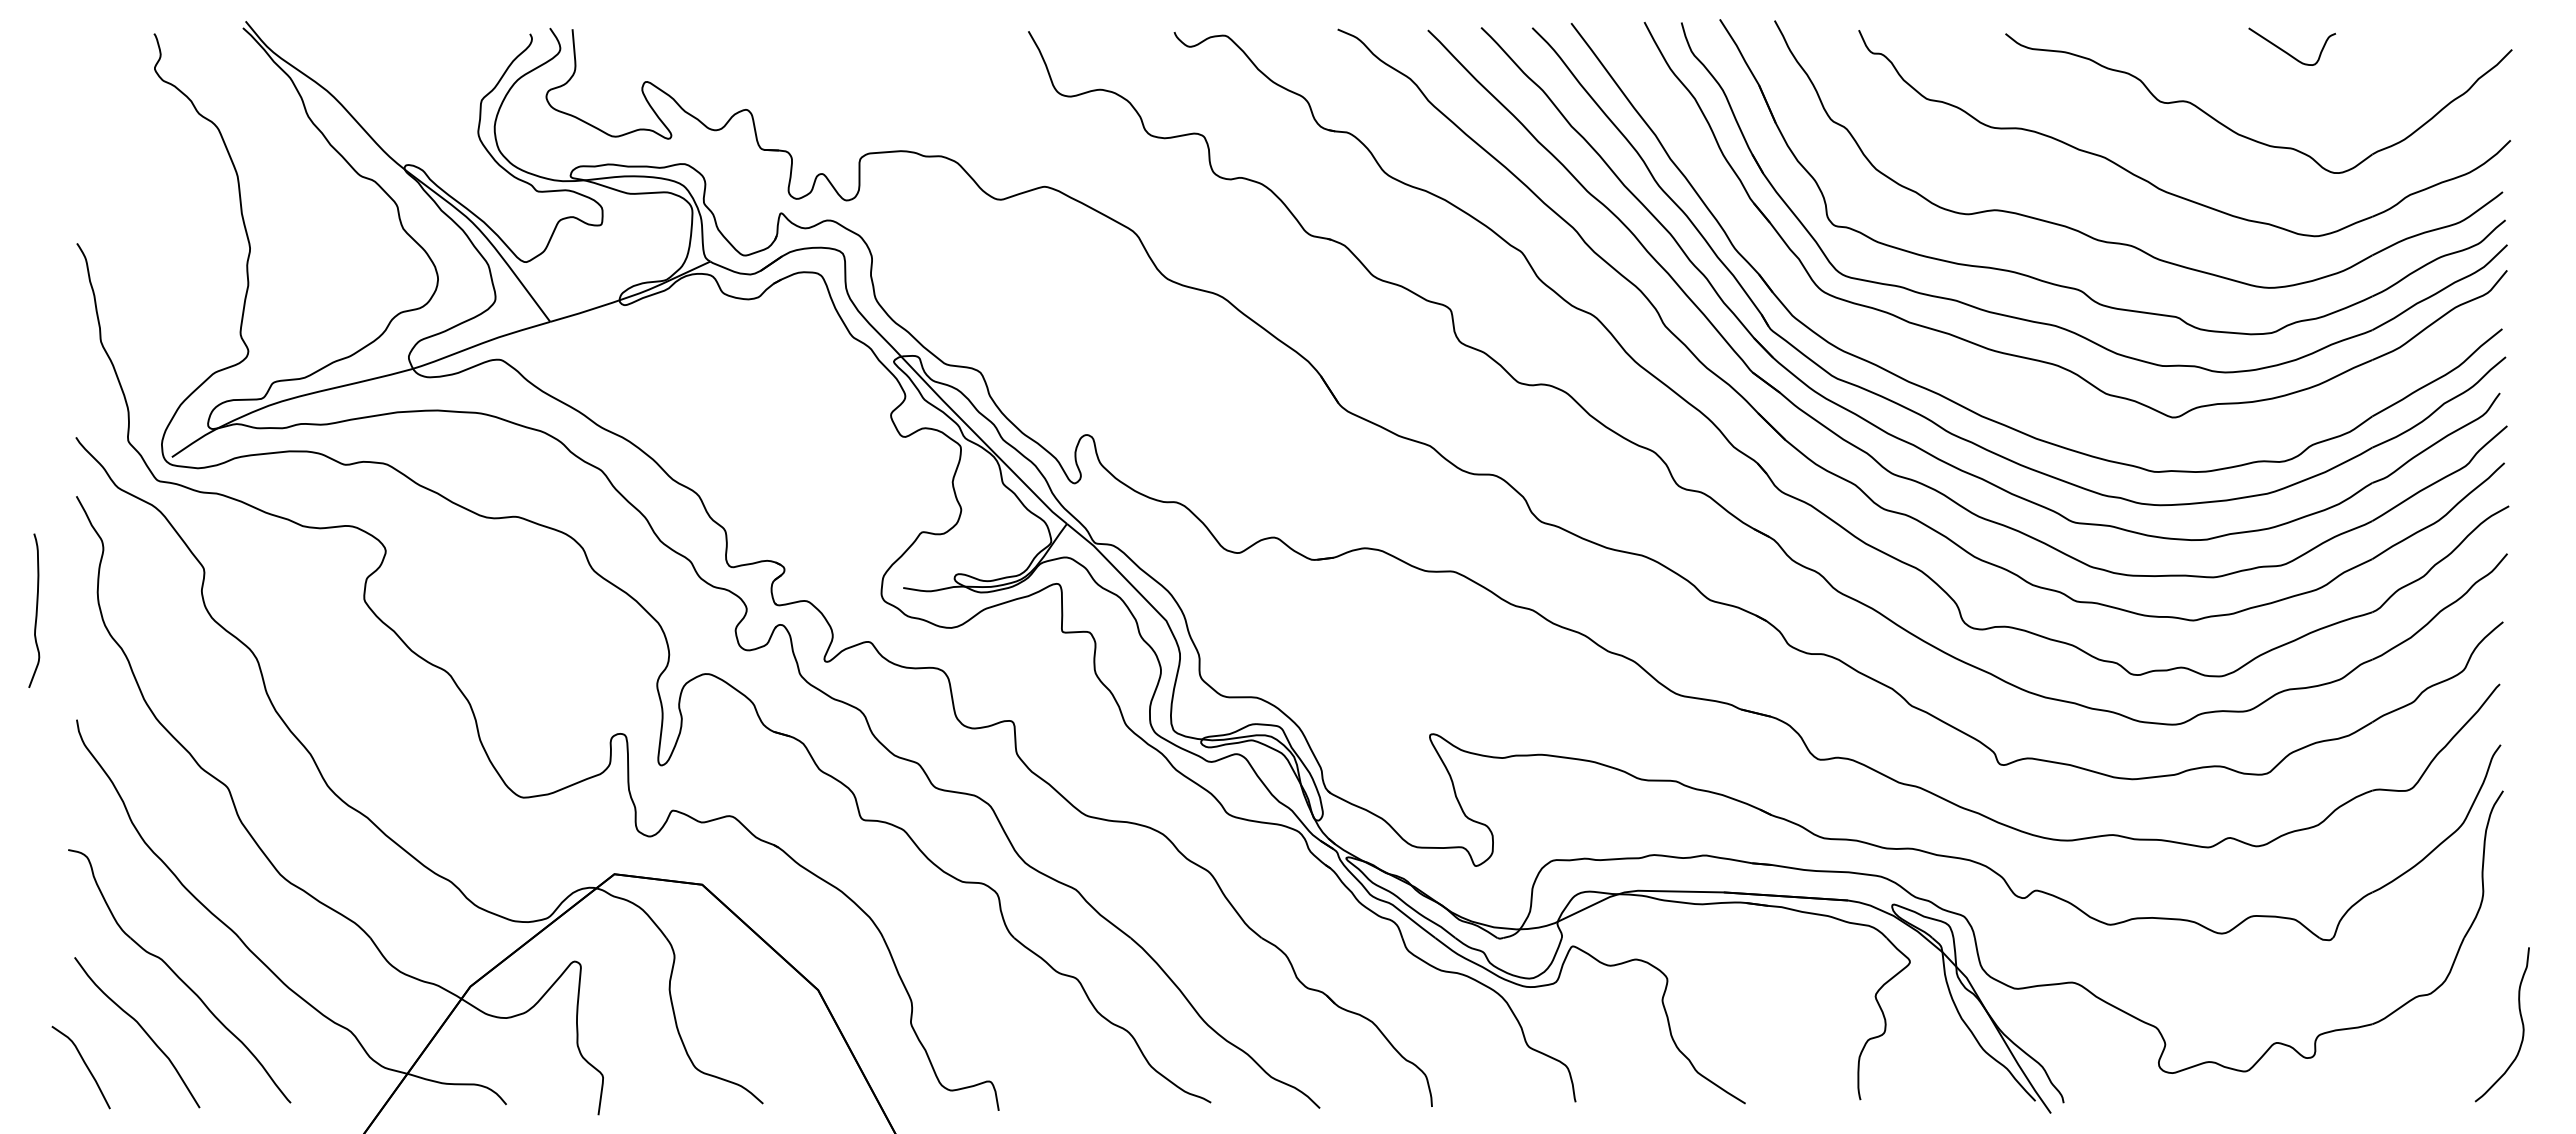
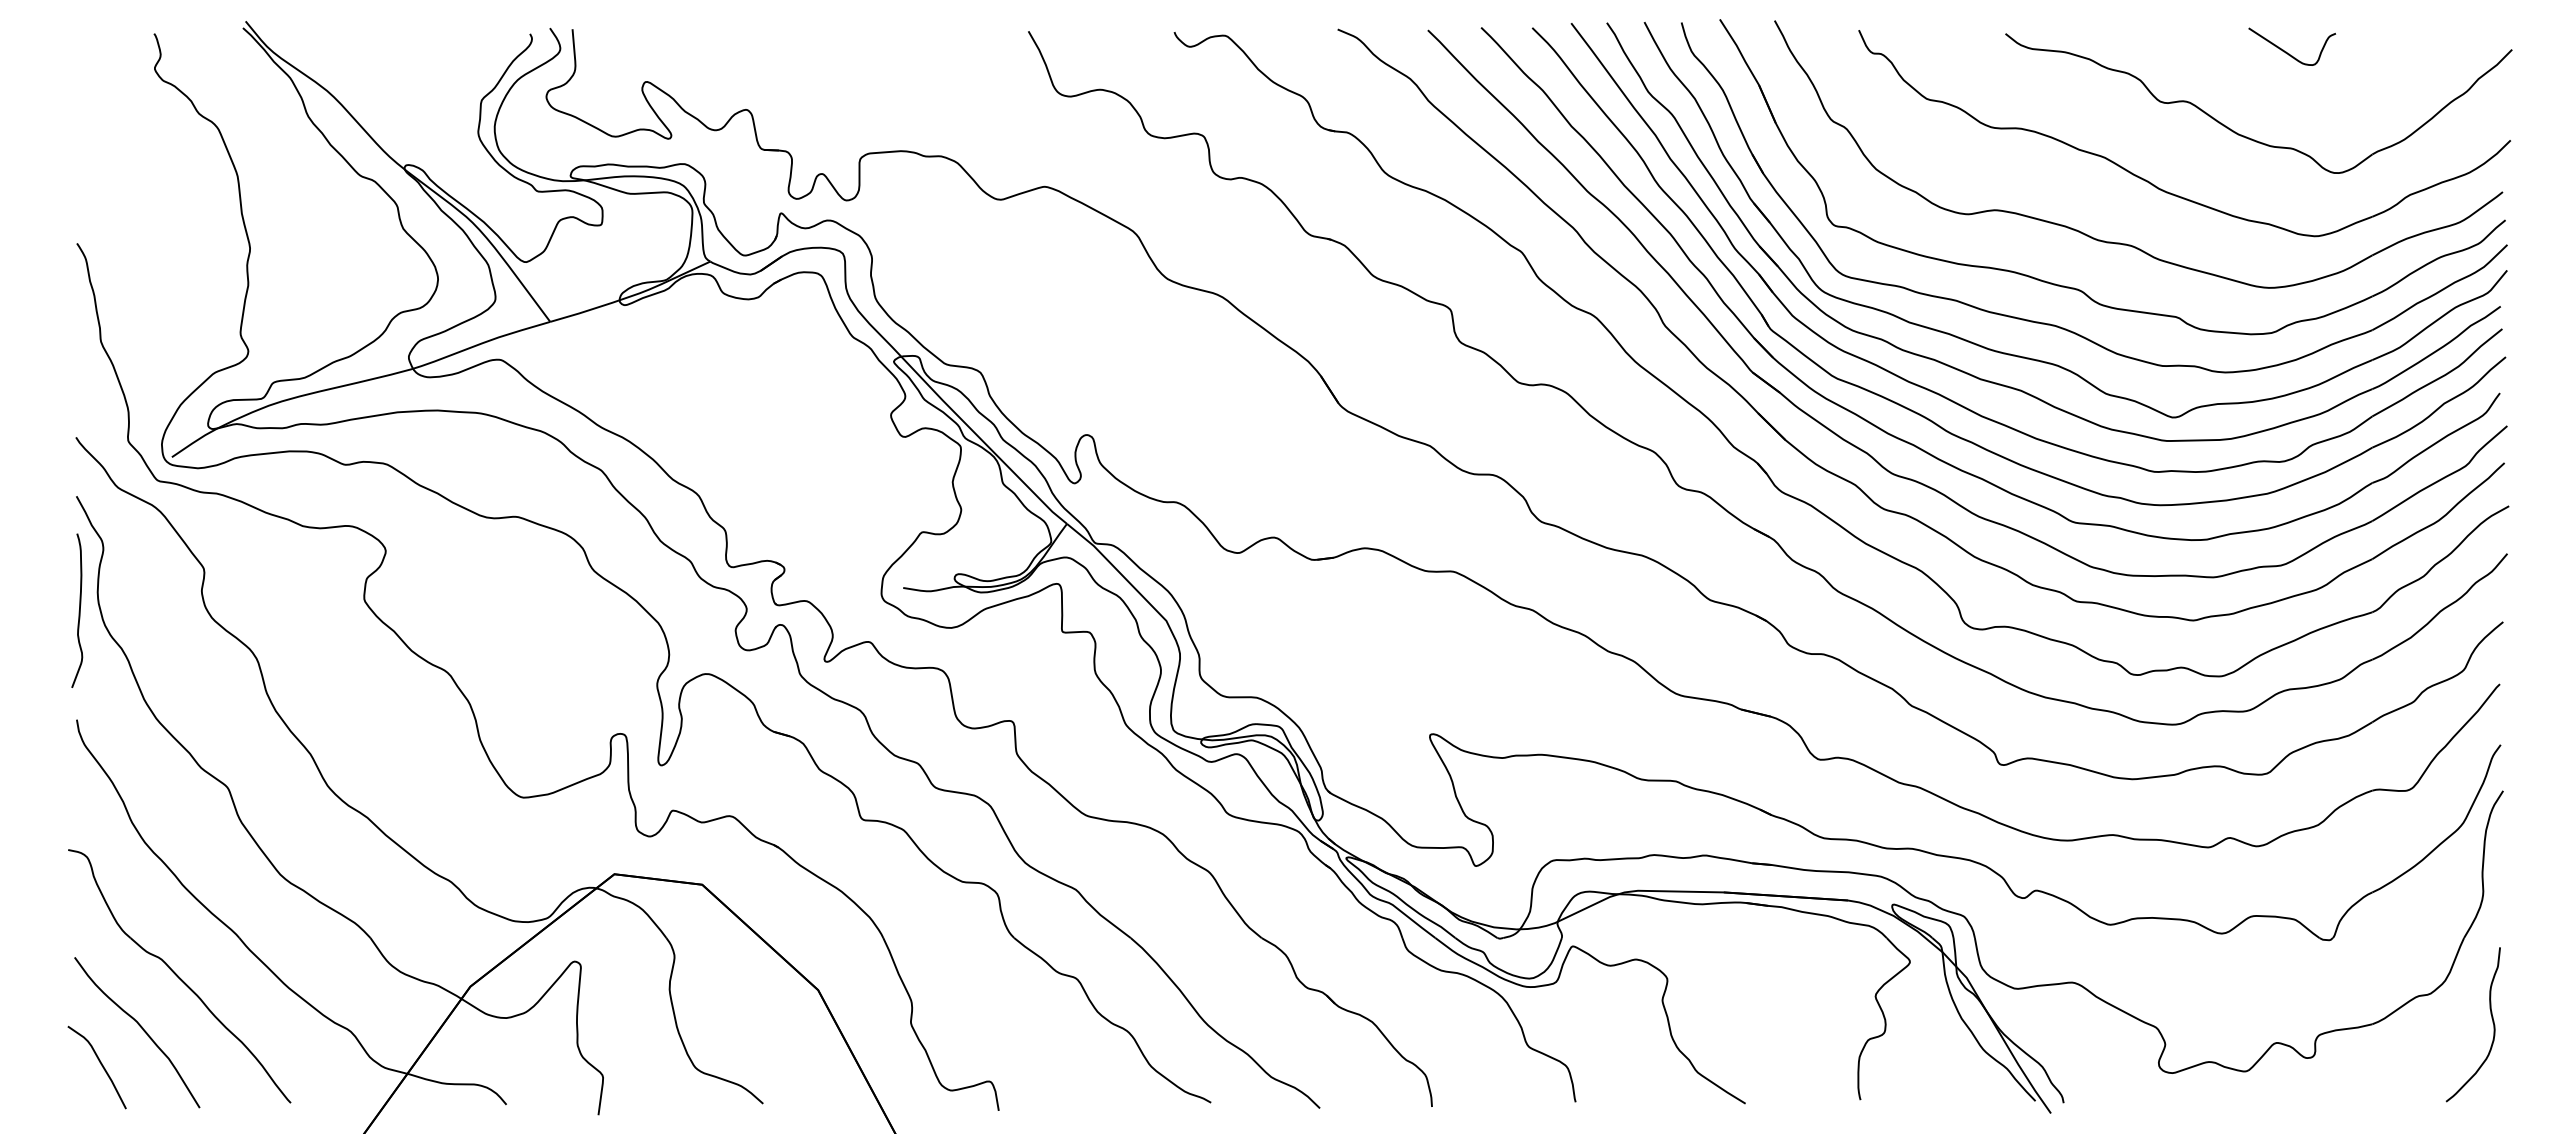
part at (2011, 386): none -> present
curve at (35, 611) position: (35, 611) -> (78, 611)
curve at (2520, 1018) position: (2520, 1018) -> (2491, 1018)
curve at (84, 1064) position: (84, 1064) -> (100, 1064)
